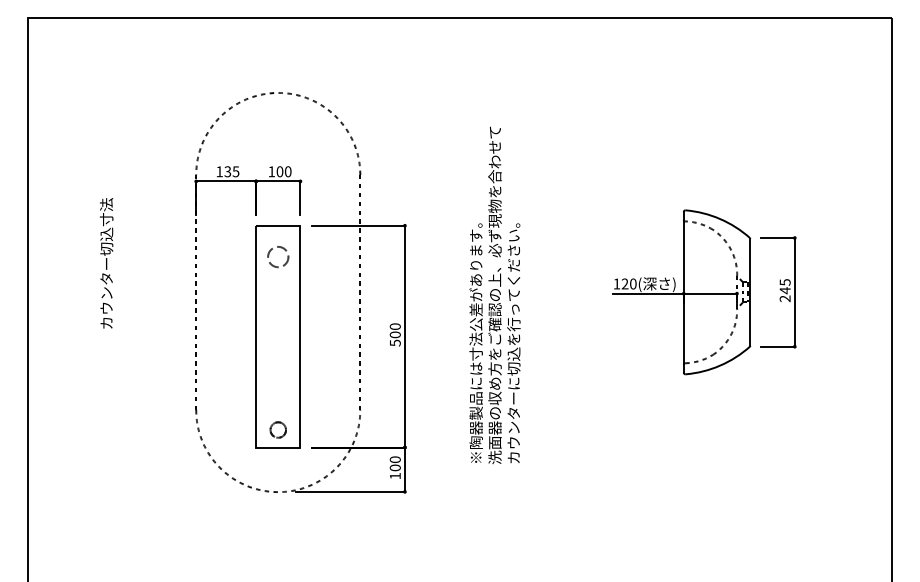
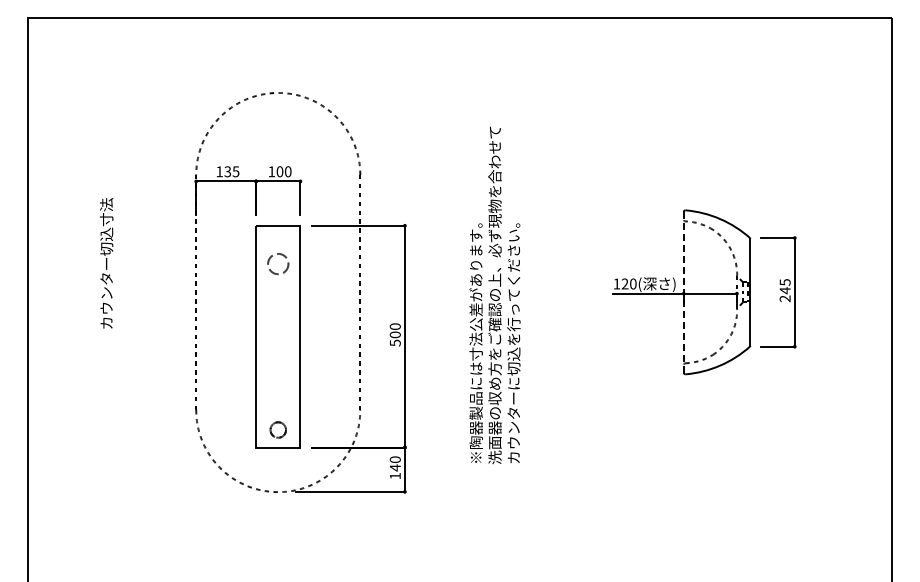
circle at (278, 257) position: (278, 257) -> (278, 264)
line at (683, 292): solid -> dashed
text at (394, 467): 100 -> 140
